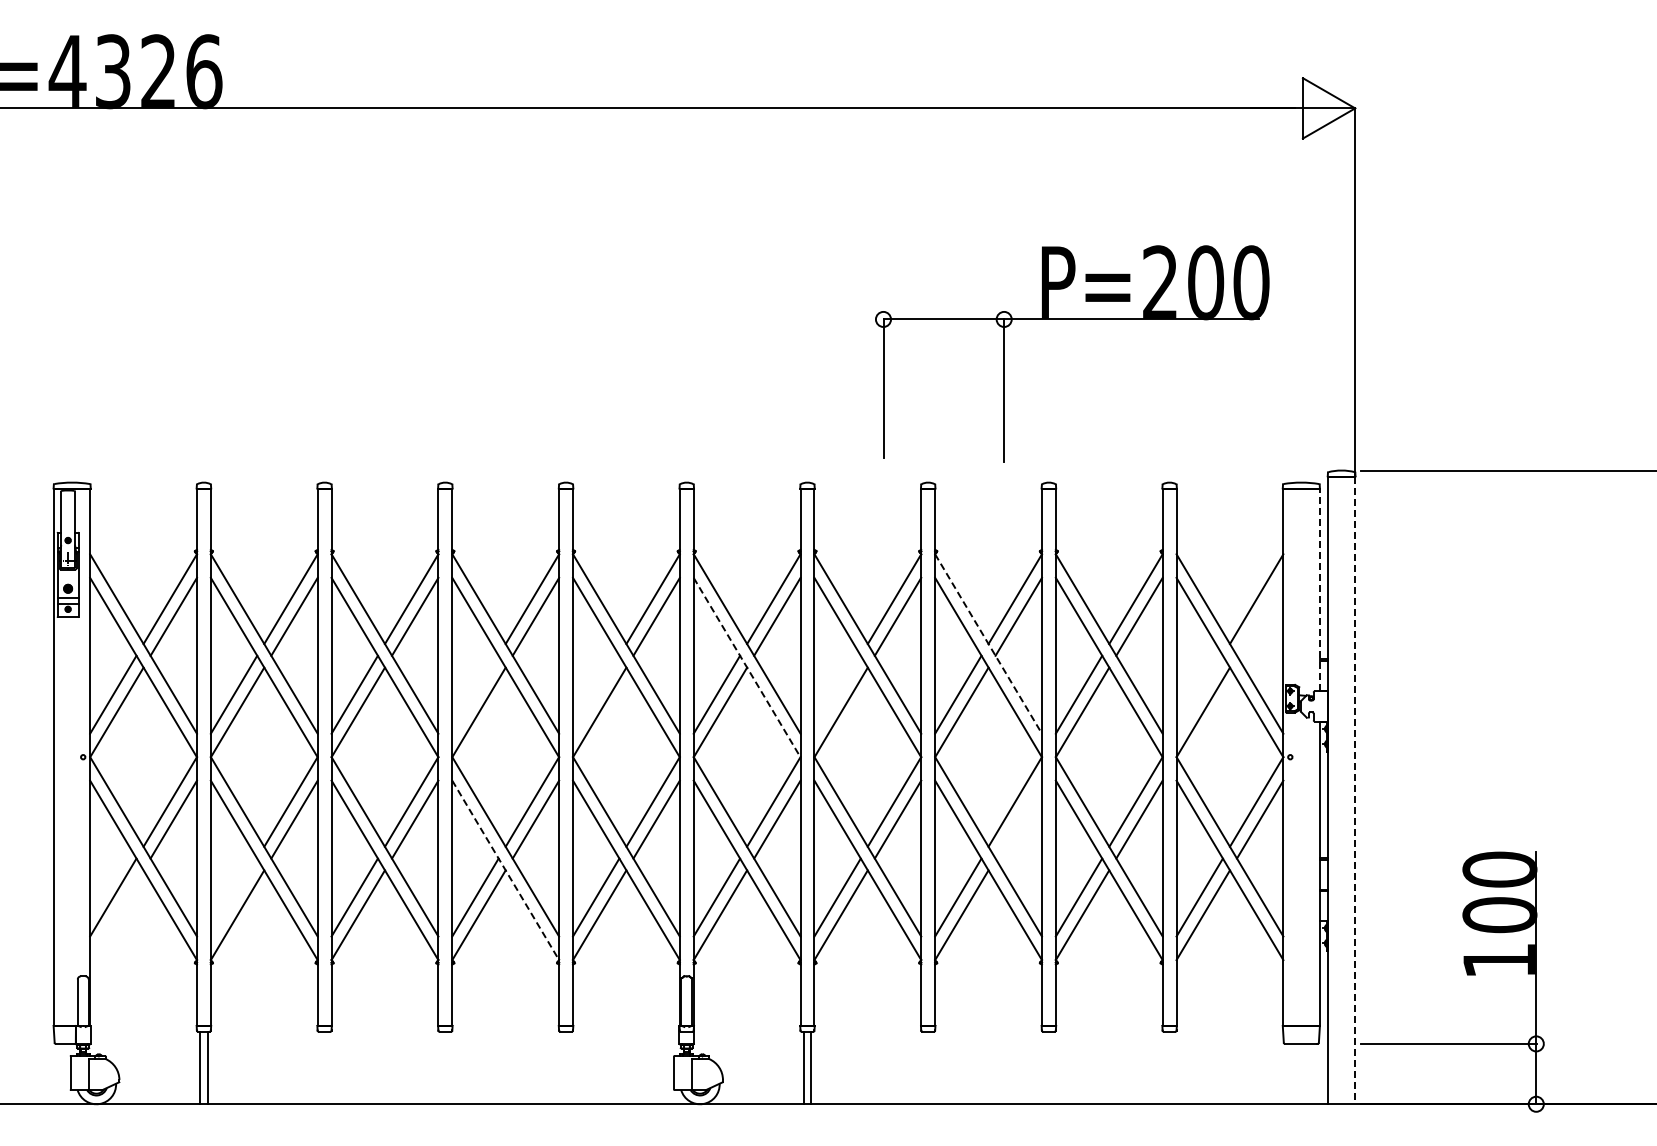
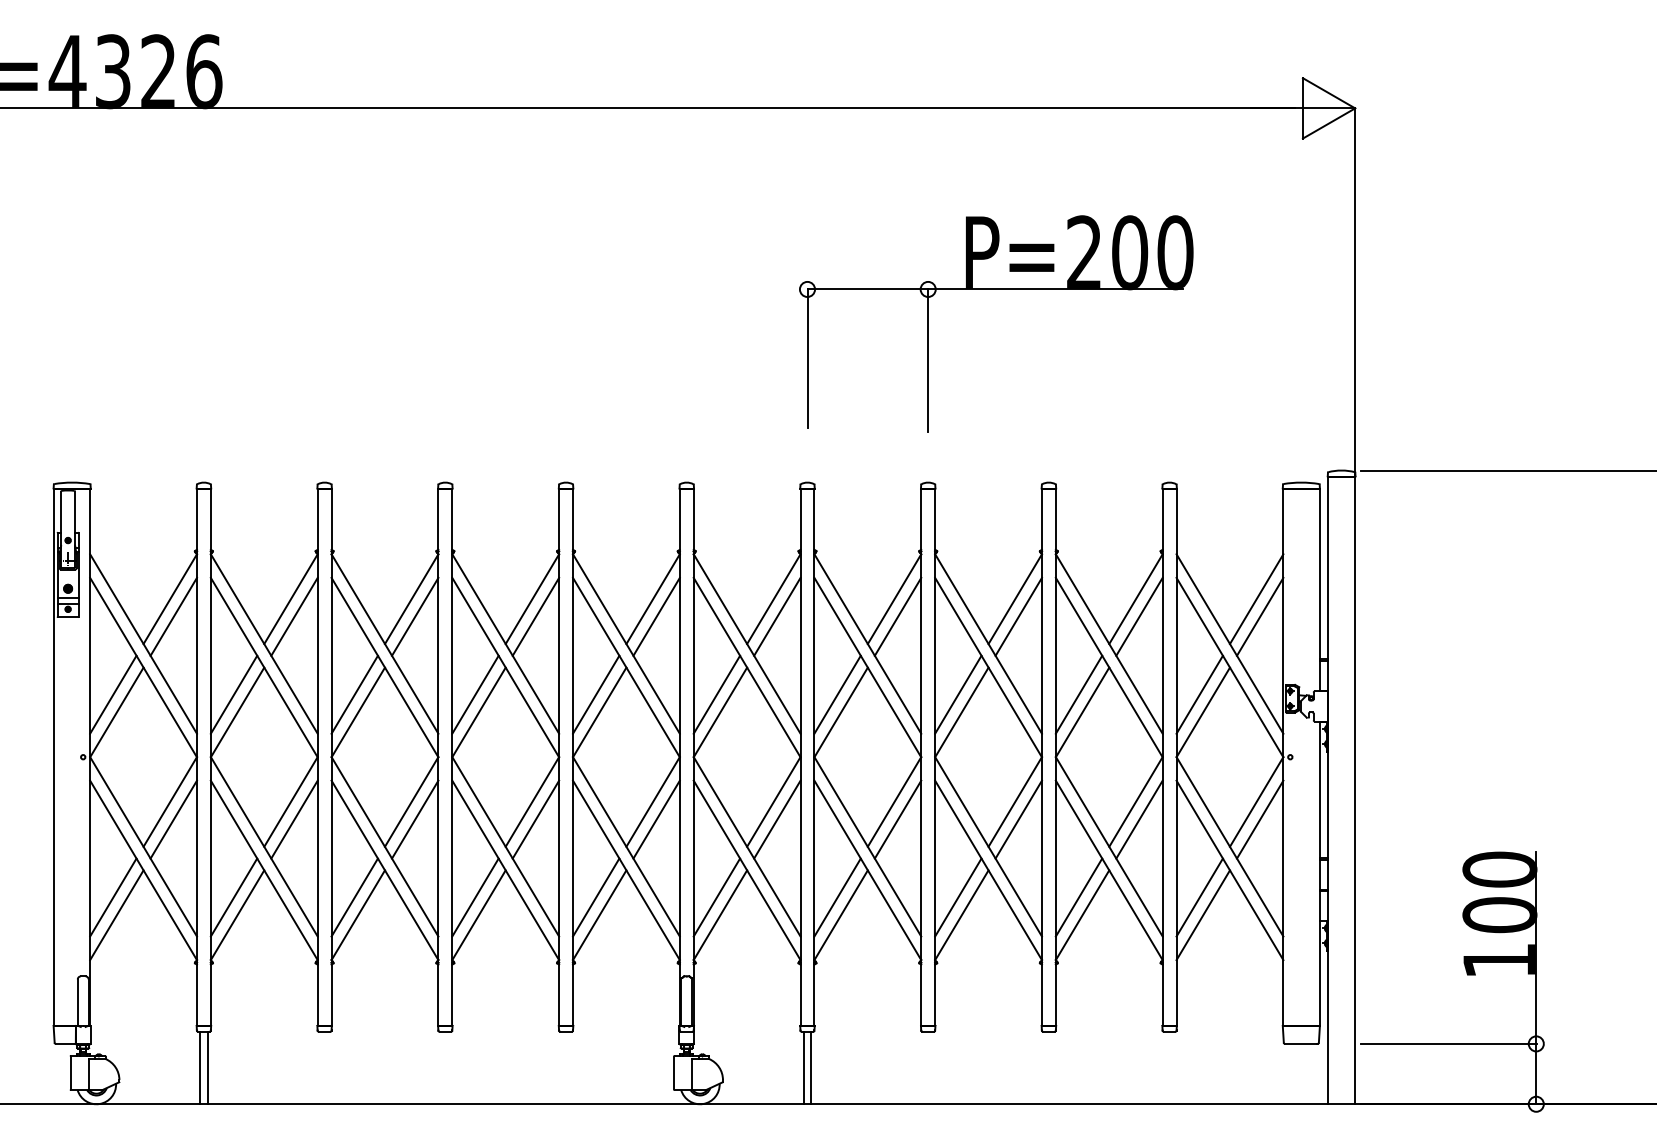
part at (1072, 319) position: (1072, 319) -> (996, 289)
line at (1319, 589): dashed -> solid
line at (1259, 616): none -> present
line at (988, 644): dashed -> solid
line at (747, 668): dashed -> solid
line at (475, 694): none -> present
line at (596, 694): none -> present
line at (837, 694): none -> present
line at (1199, 694): none -> present
line at (1355, 790): dashed -> solid
line at (1018, 819): none -> present
line at (505, 870): dashed -> solid
line at (233, 897): none -> present
line at (116, 915): none -> present
